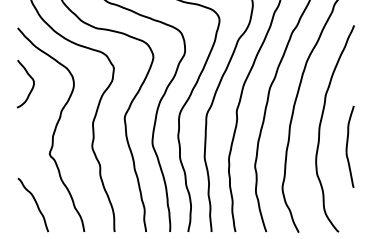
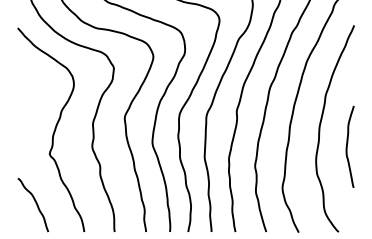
curve at (32, 85): present -> none
